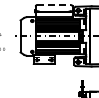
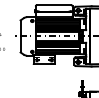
line at (54, 5): dashed -> solid
